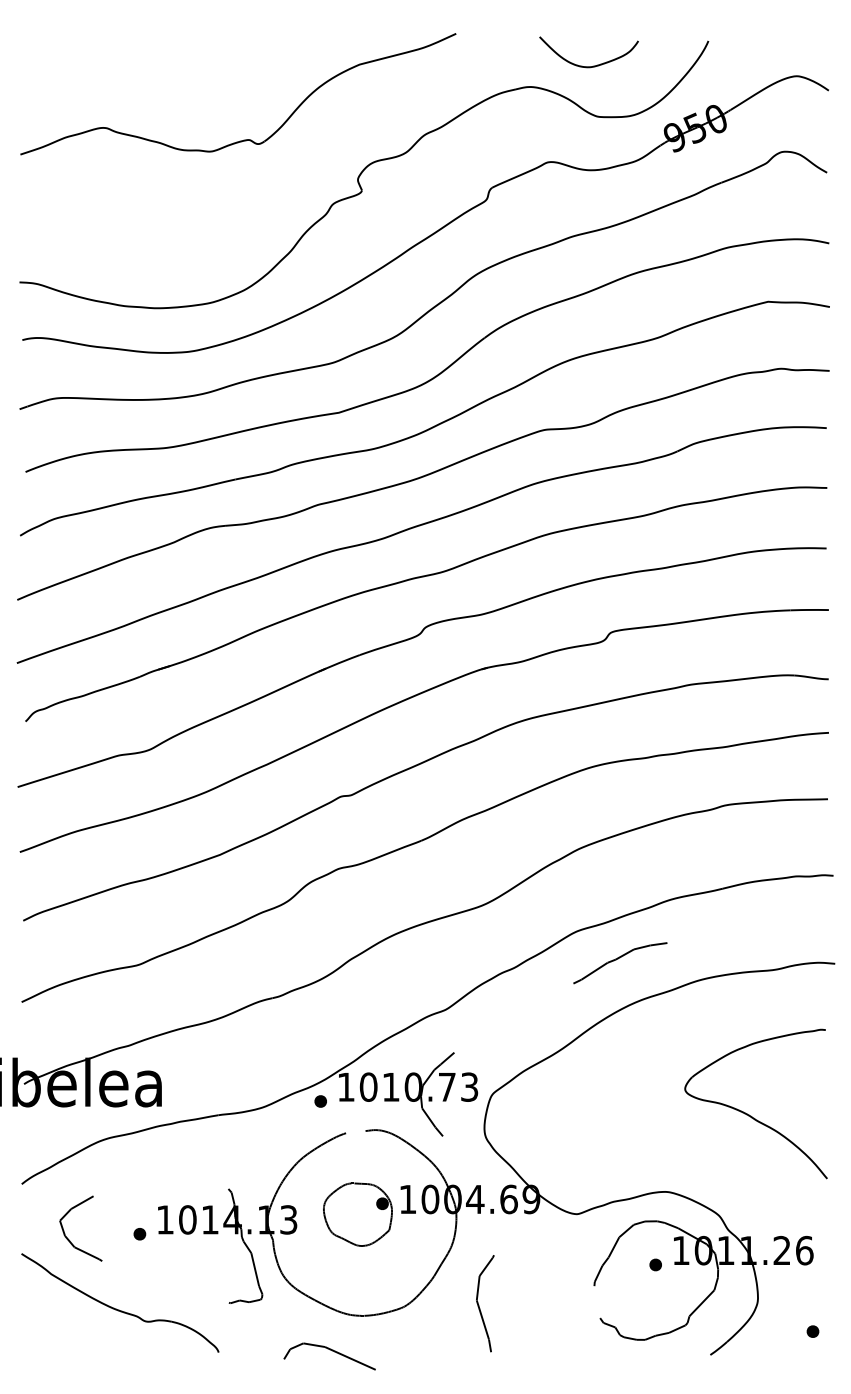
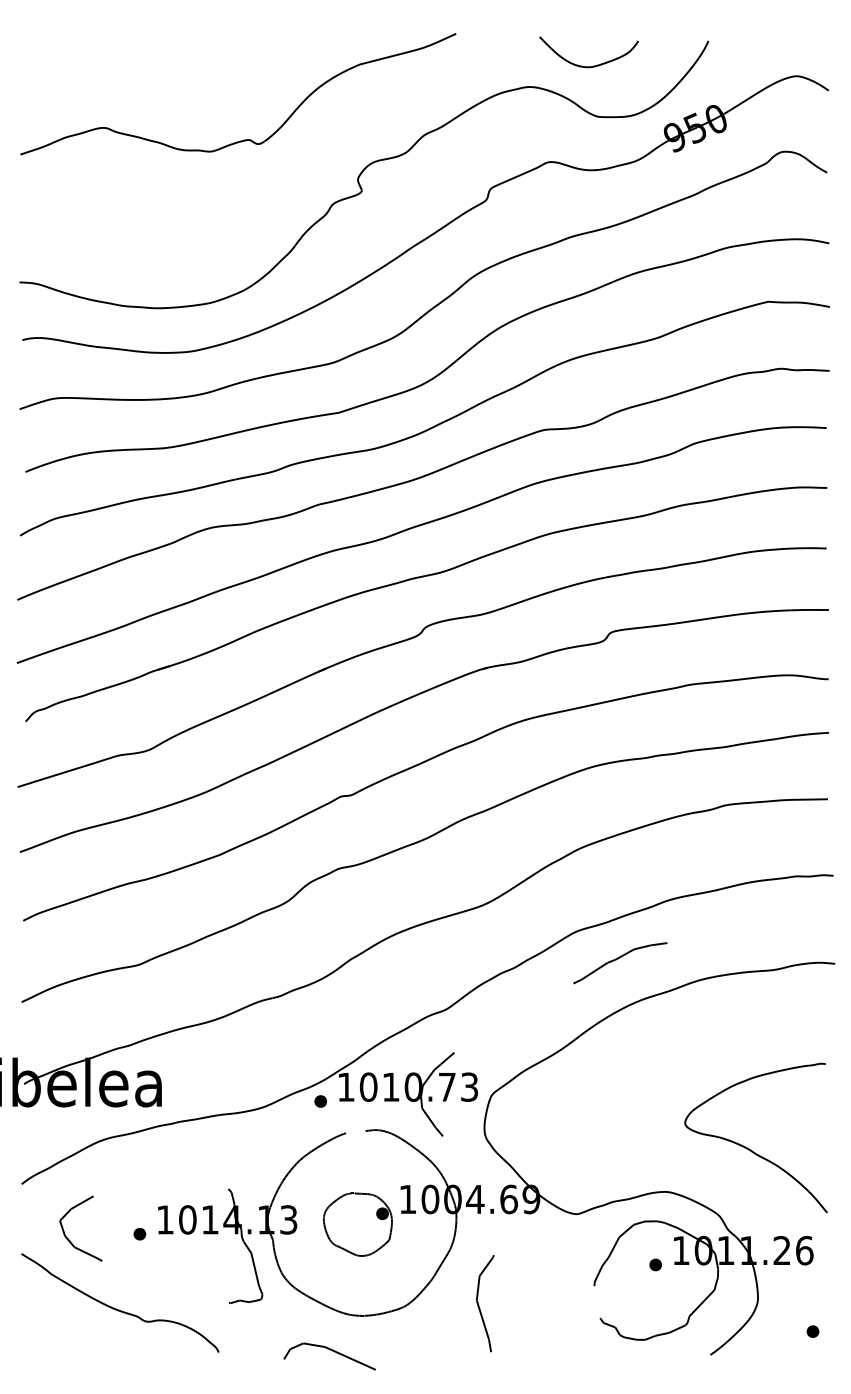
part at (749, 1114) position: (749, 1114) -> (749, 1148)
part at (357, 1214) position: (357, 1214) -> (357, 1224)
